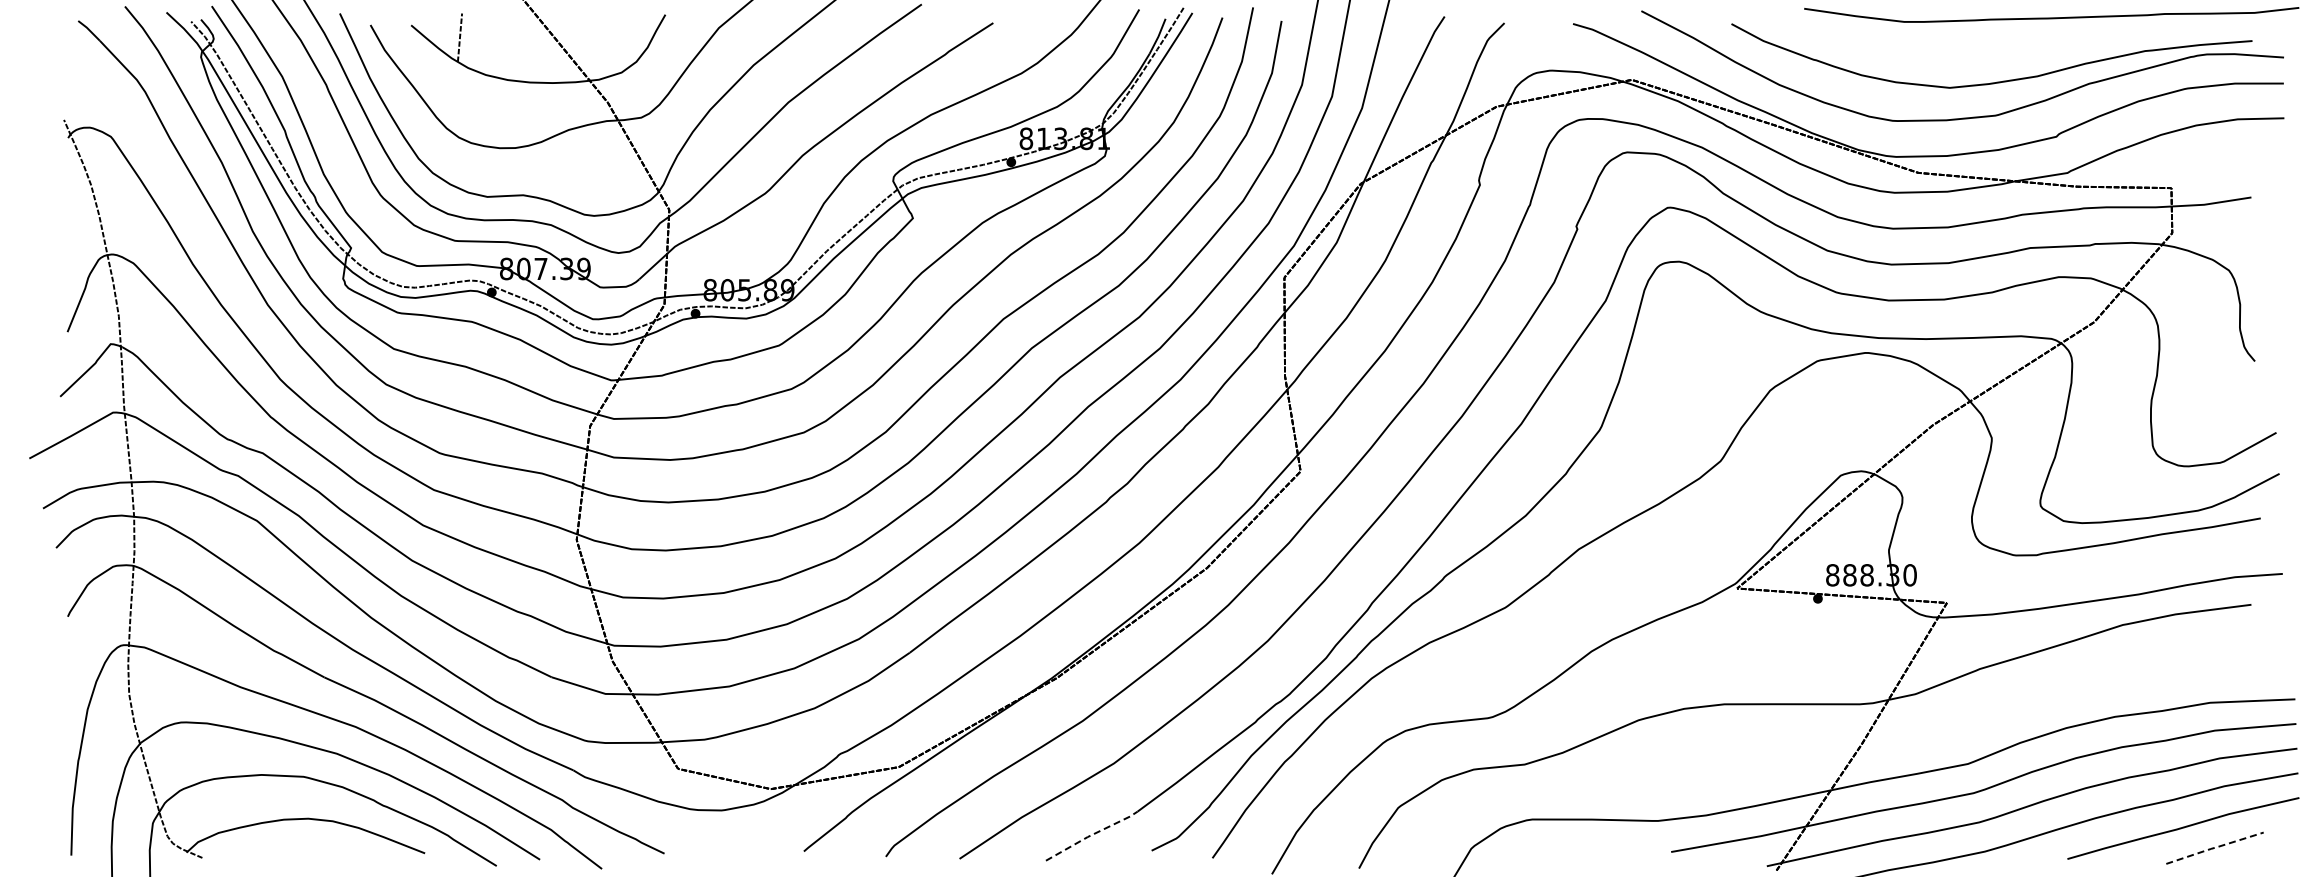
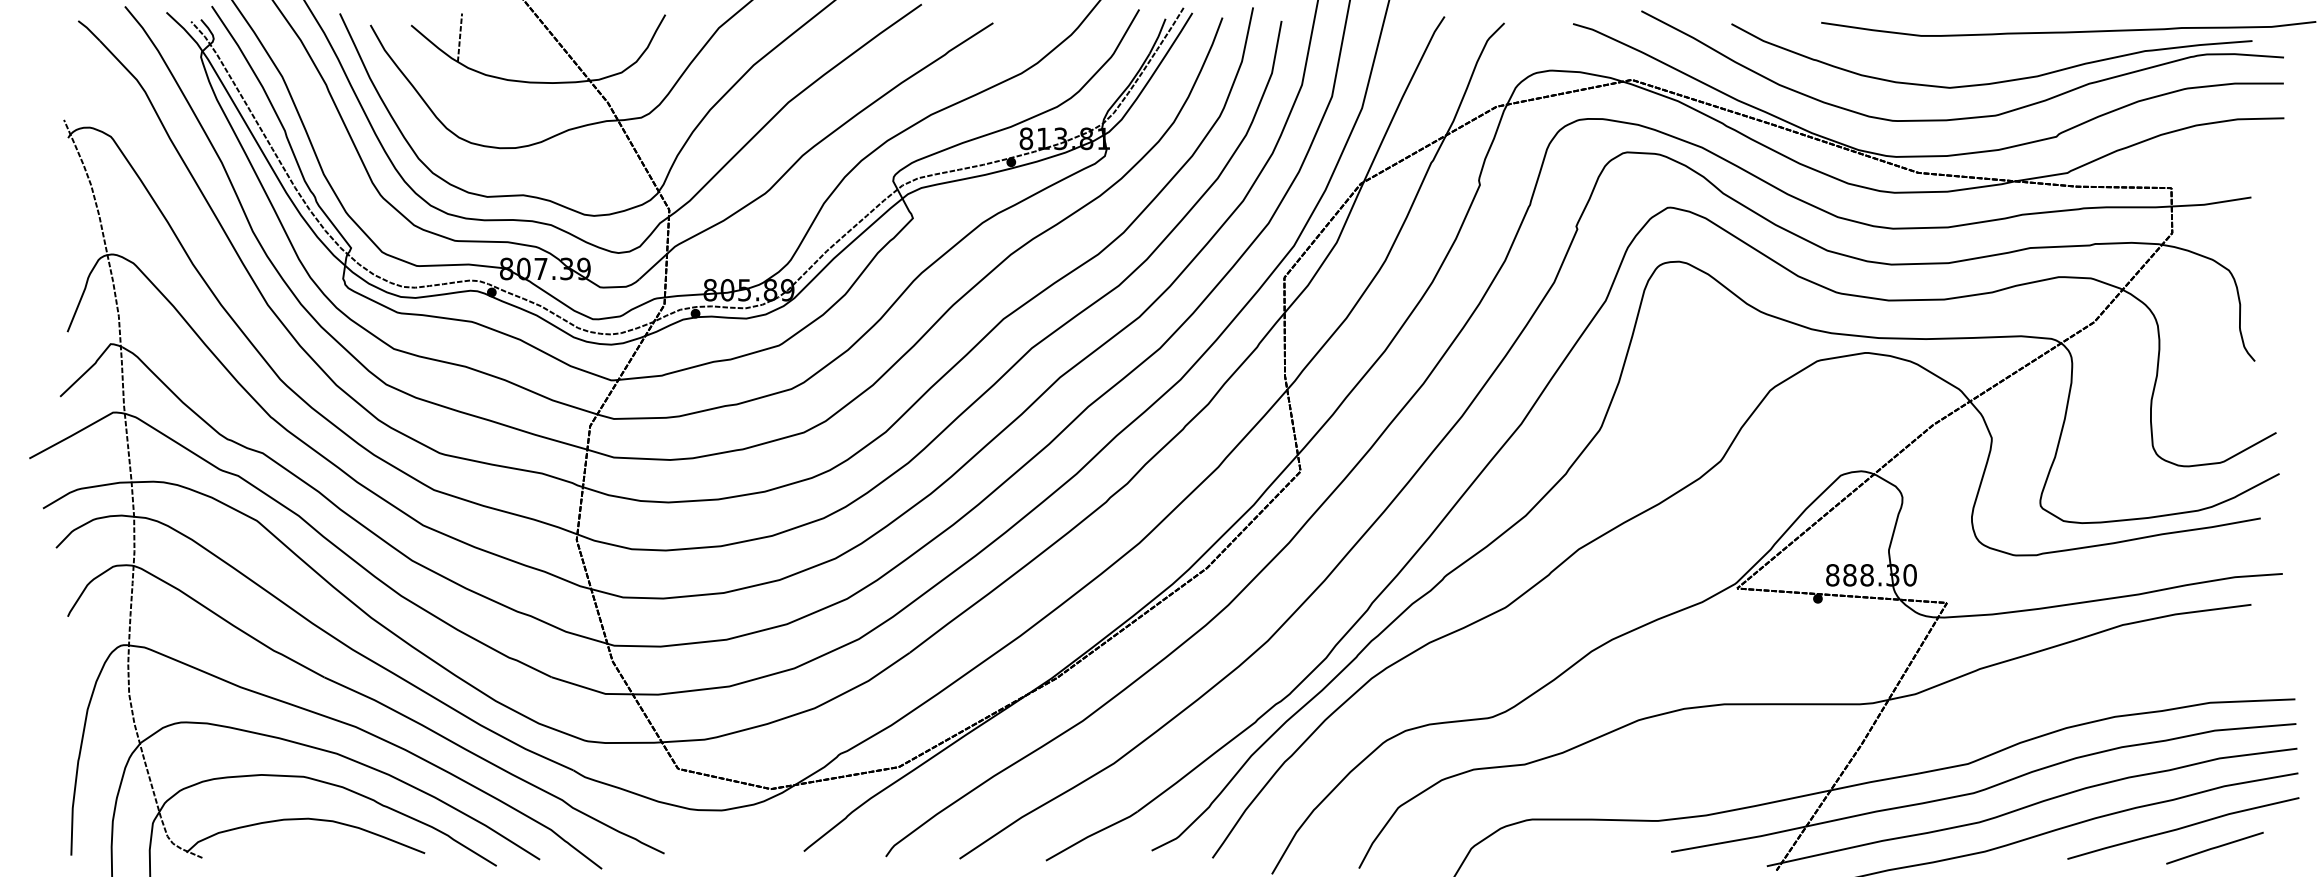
curve at (2051, 17) position: (2051, 17) -> (2068, 31)
line at (1092, 834): dashed -> solid
line at (2214, 847): dashed -> solid
